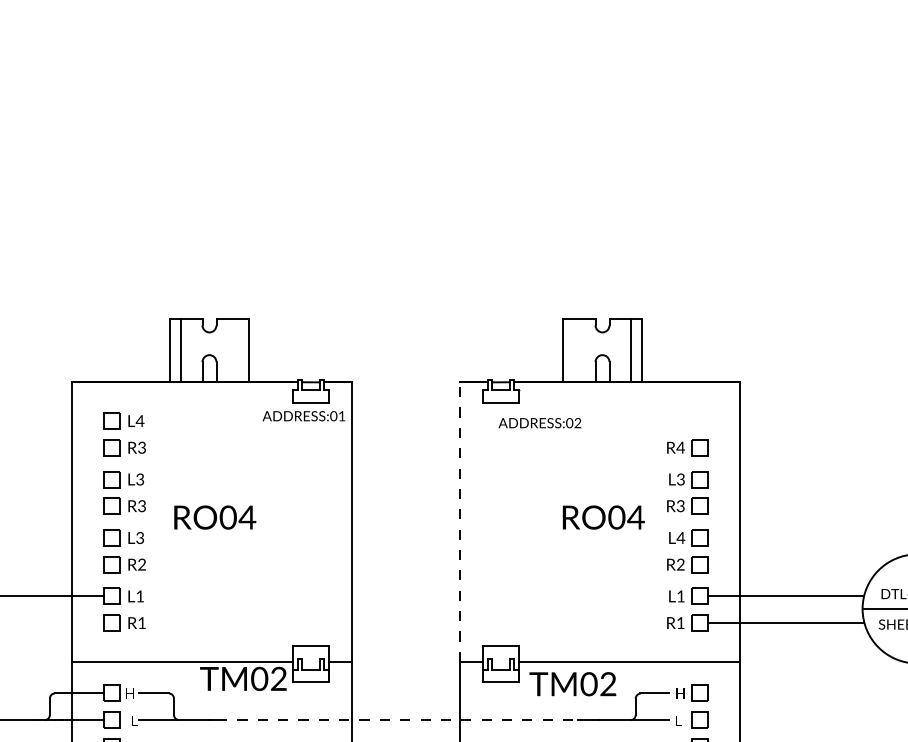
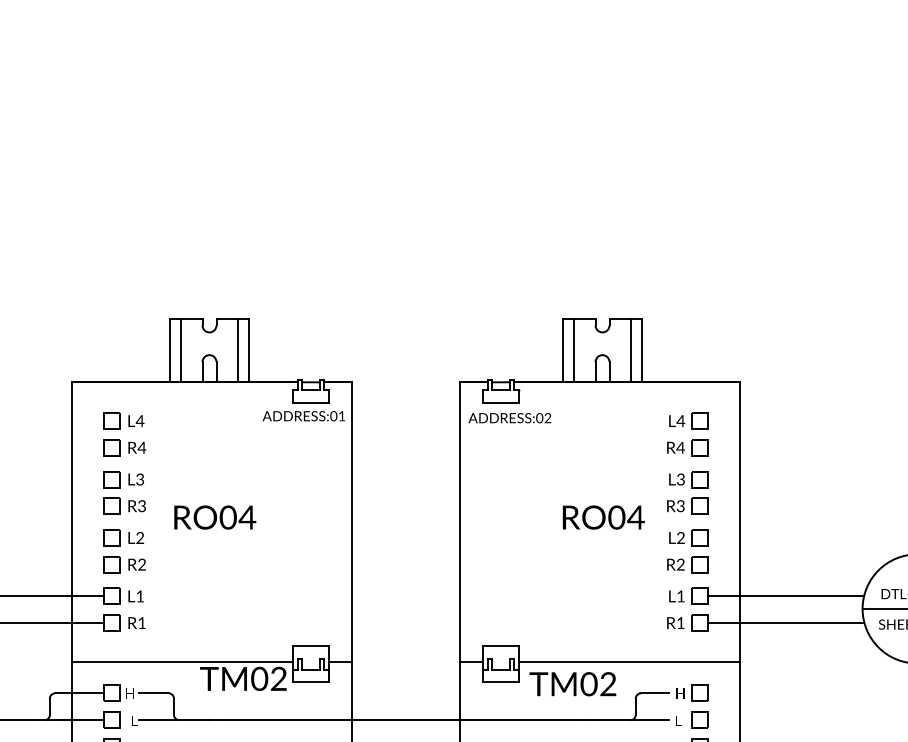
line at (237, 350): none -> present
line at (574, 350): none -> present
part at (688, 420): none -> present
text at (539, 423) position: (539, 423) -> (509, 418)
text at (141, 447): R3 -> R4
line at (460, 522): dashed -> solid
text at (680, 537): L4 -> L2
text at (140, 539): L3 -> L2
line at (52, 623): none -> present
line at (397, 720): dashed -> solid
